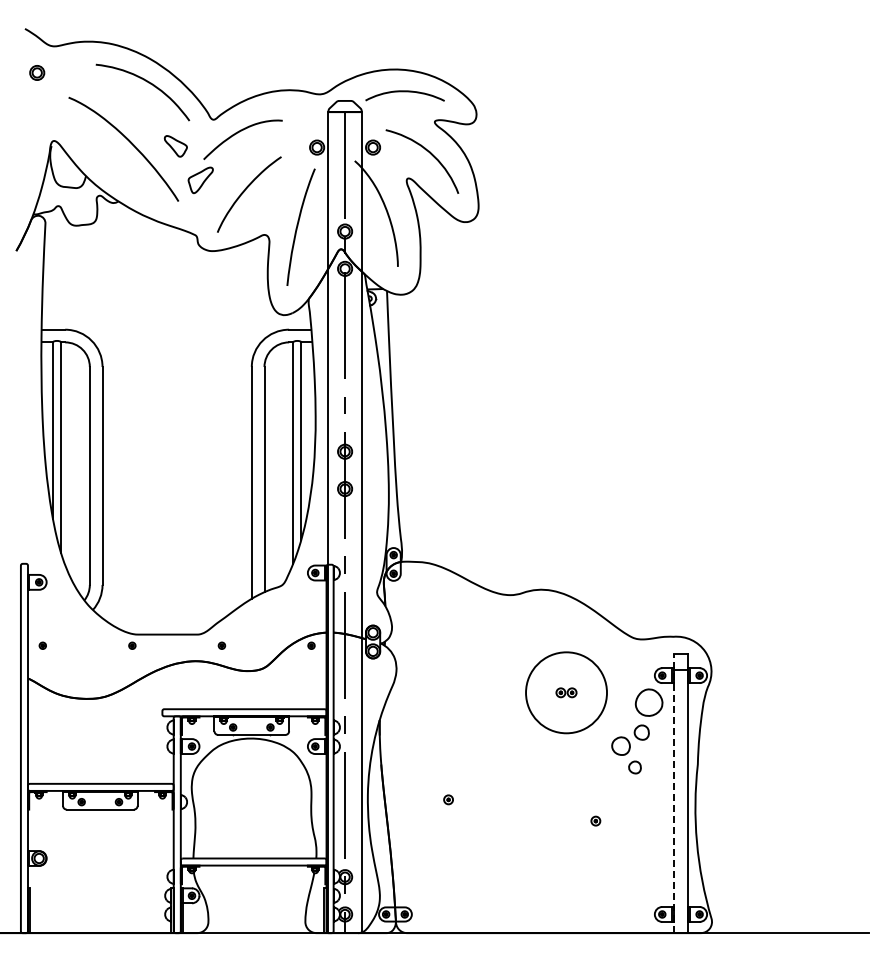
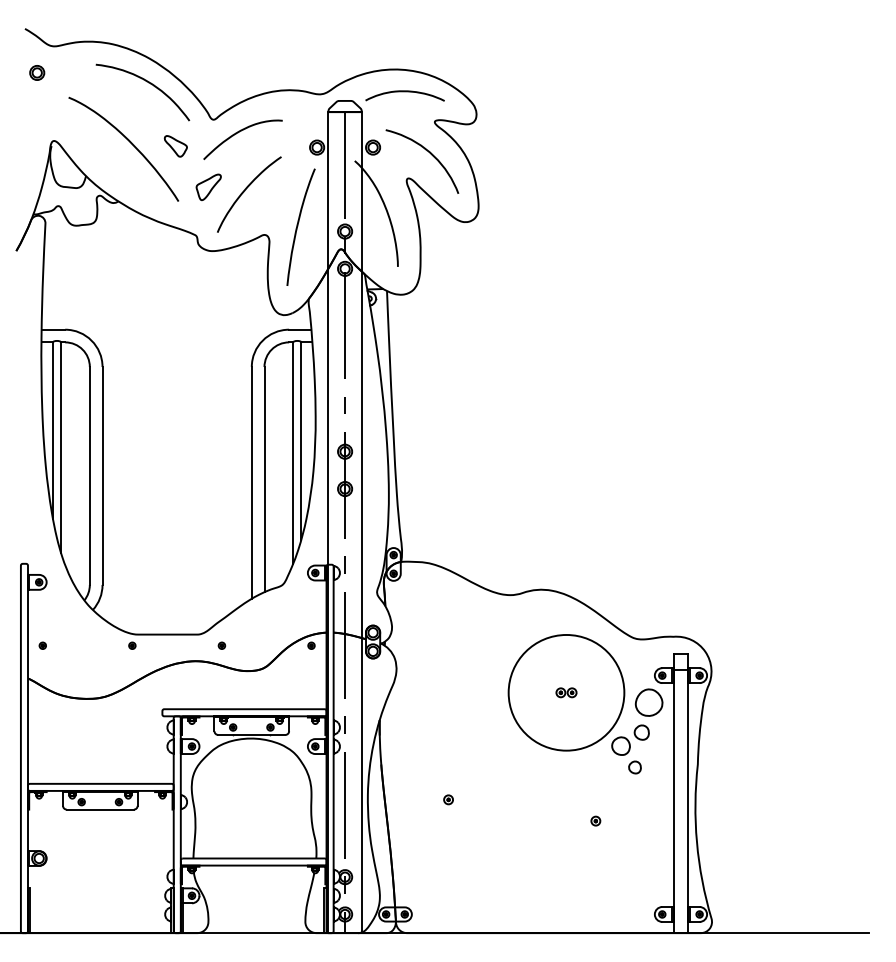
part at (200, 180) position: (200, 180) -> (208, 187)
circle at (566, 692) diameter: 81 px -> 116 px
line at (673, 793): dashed -> solid
